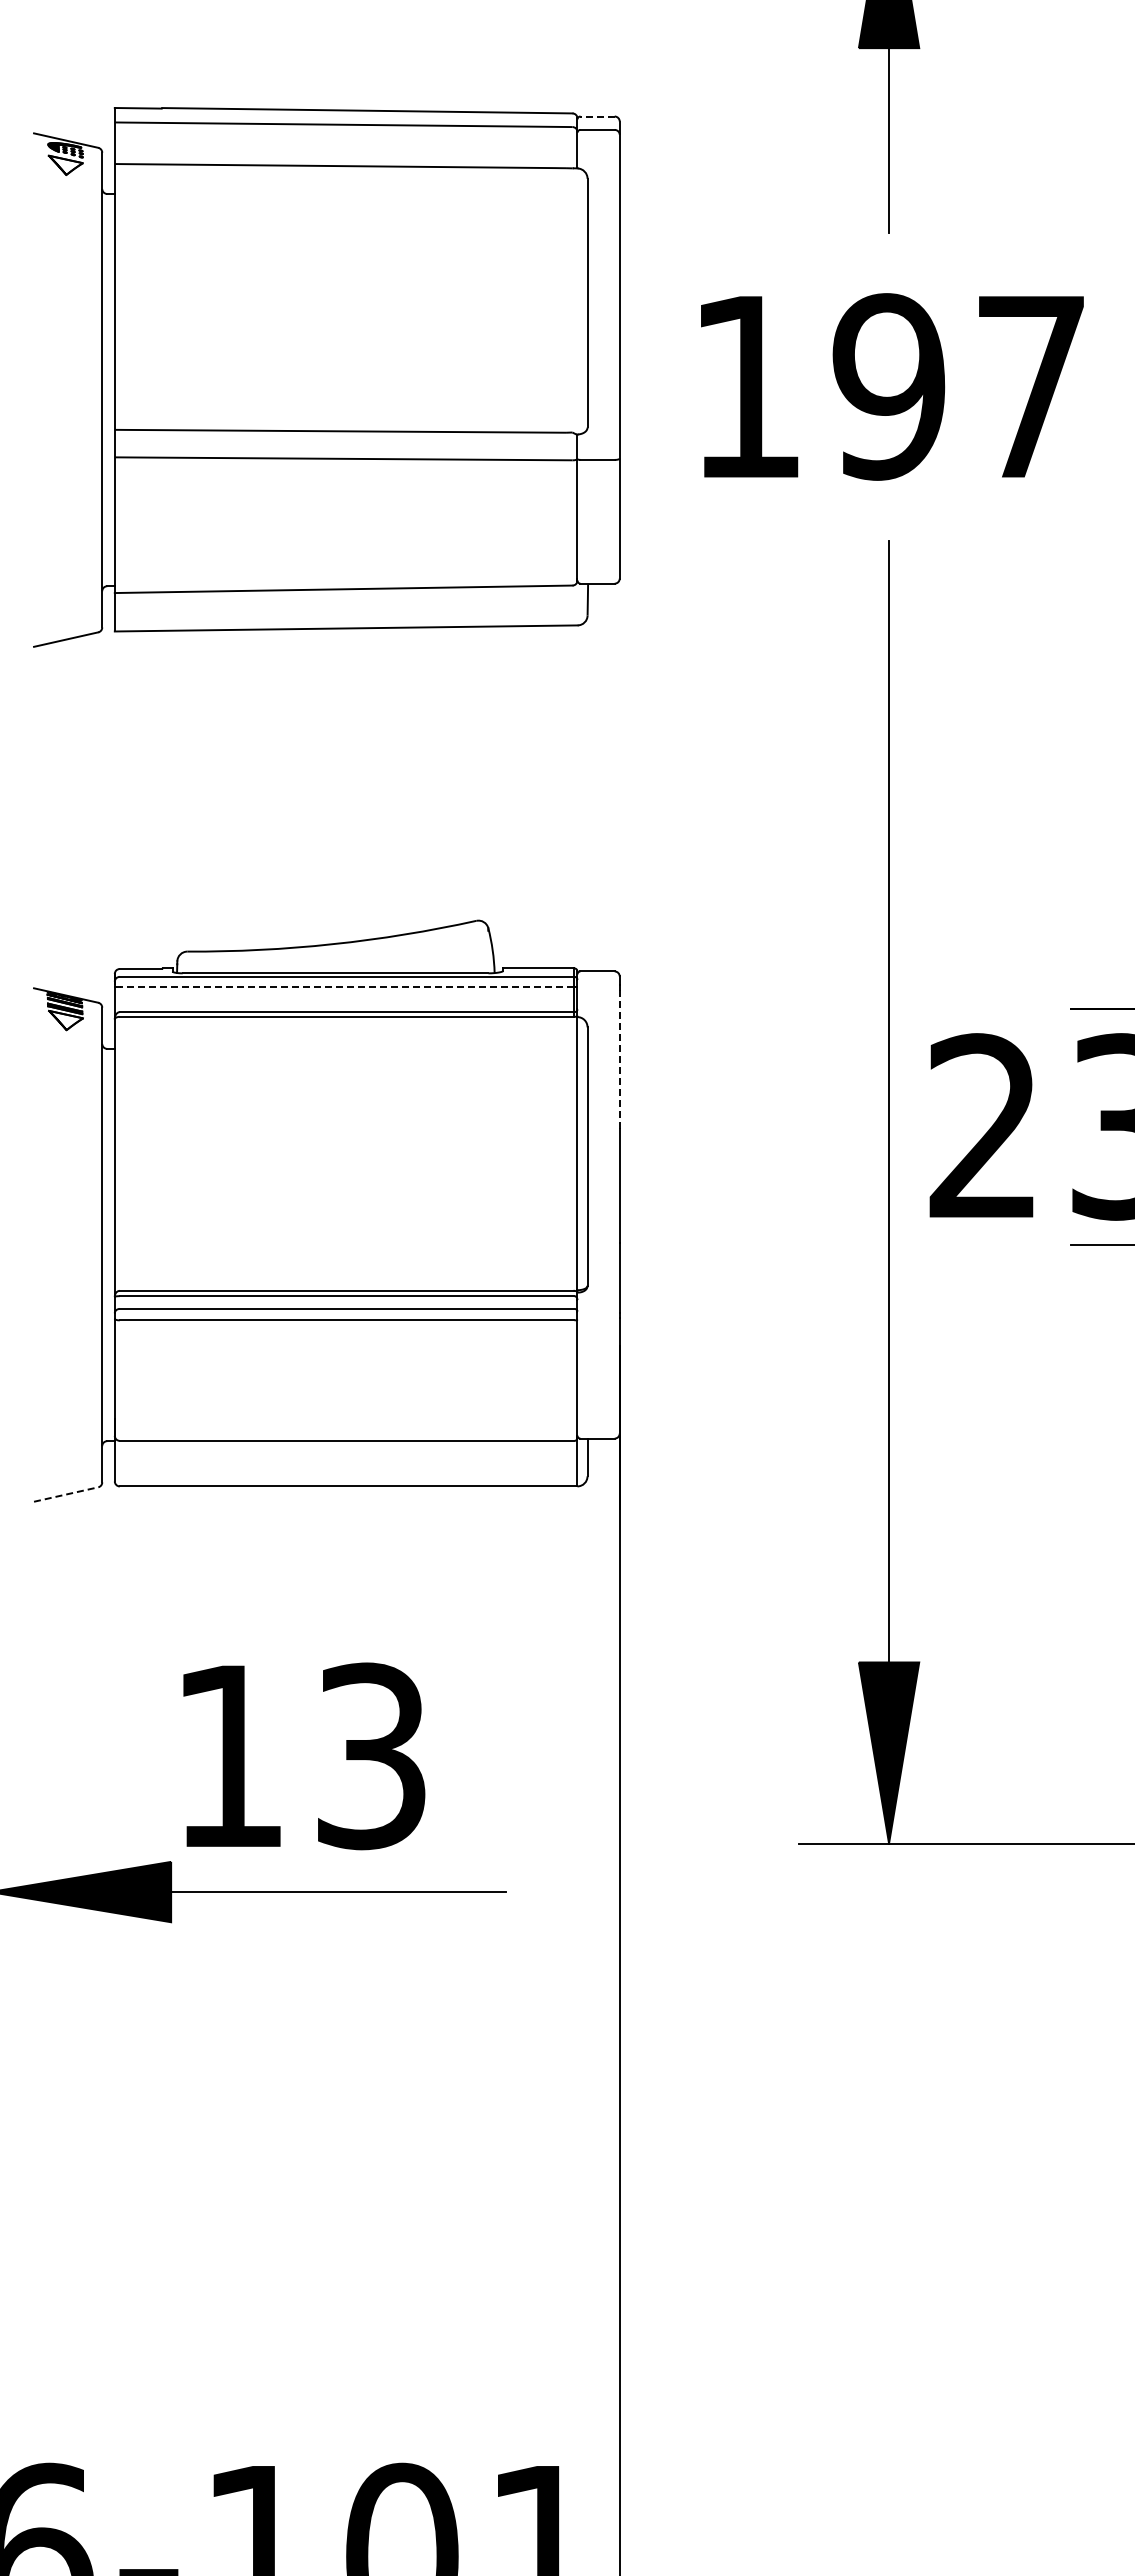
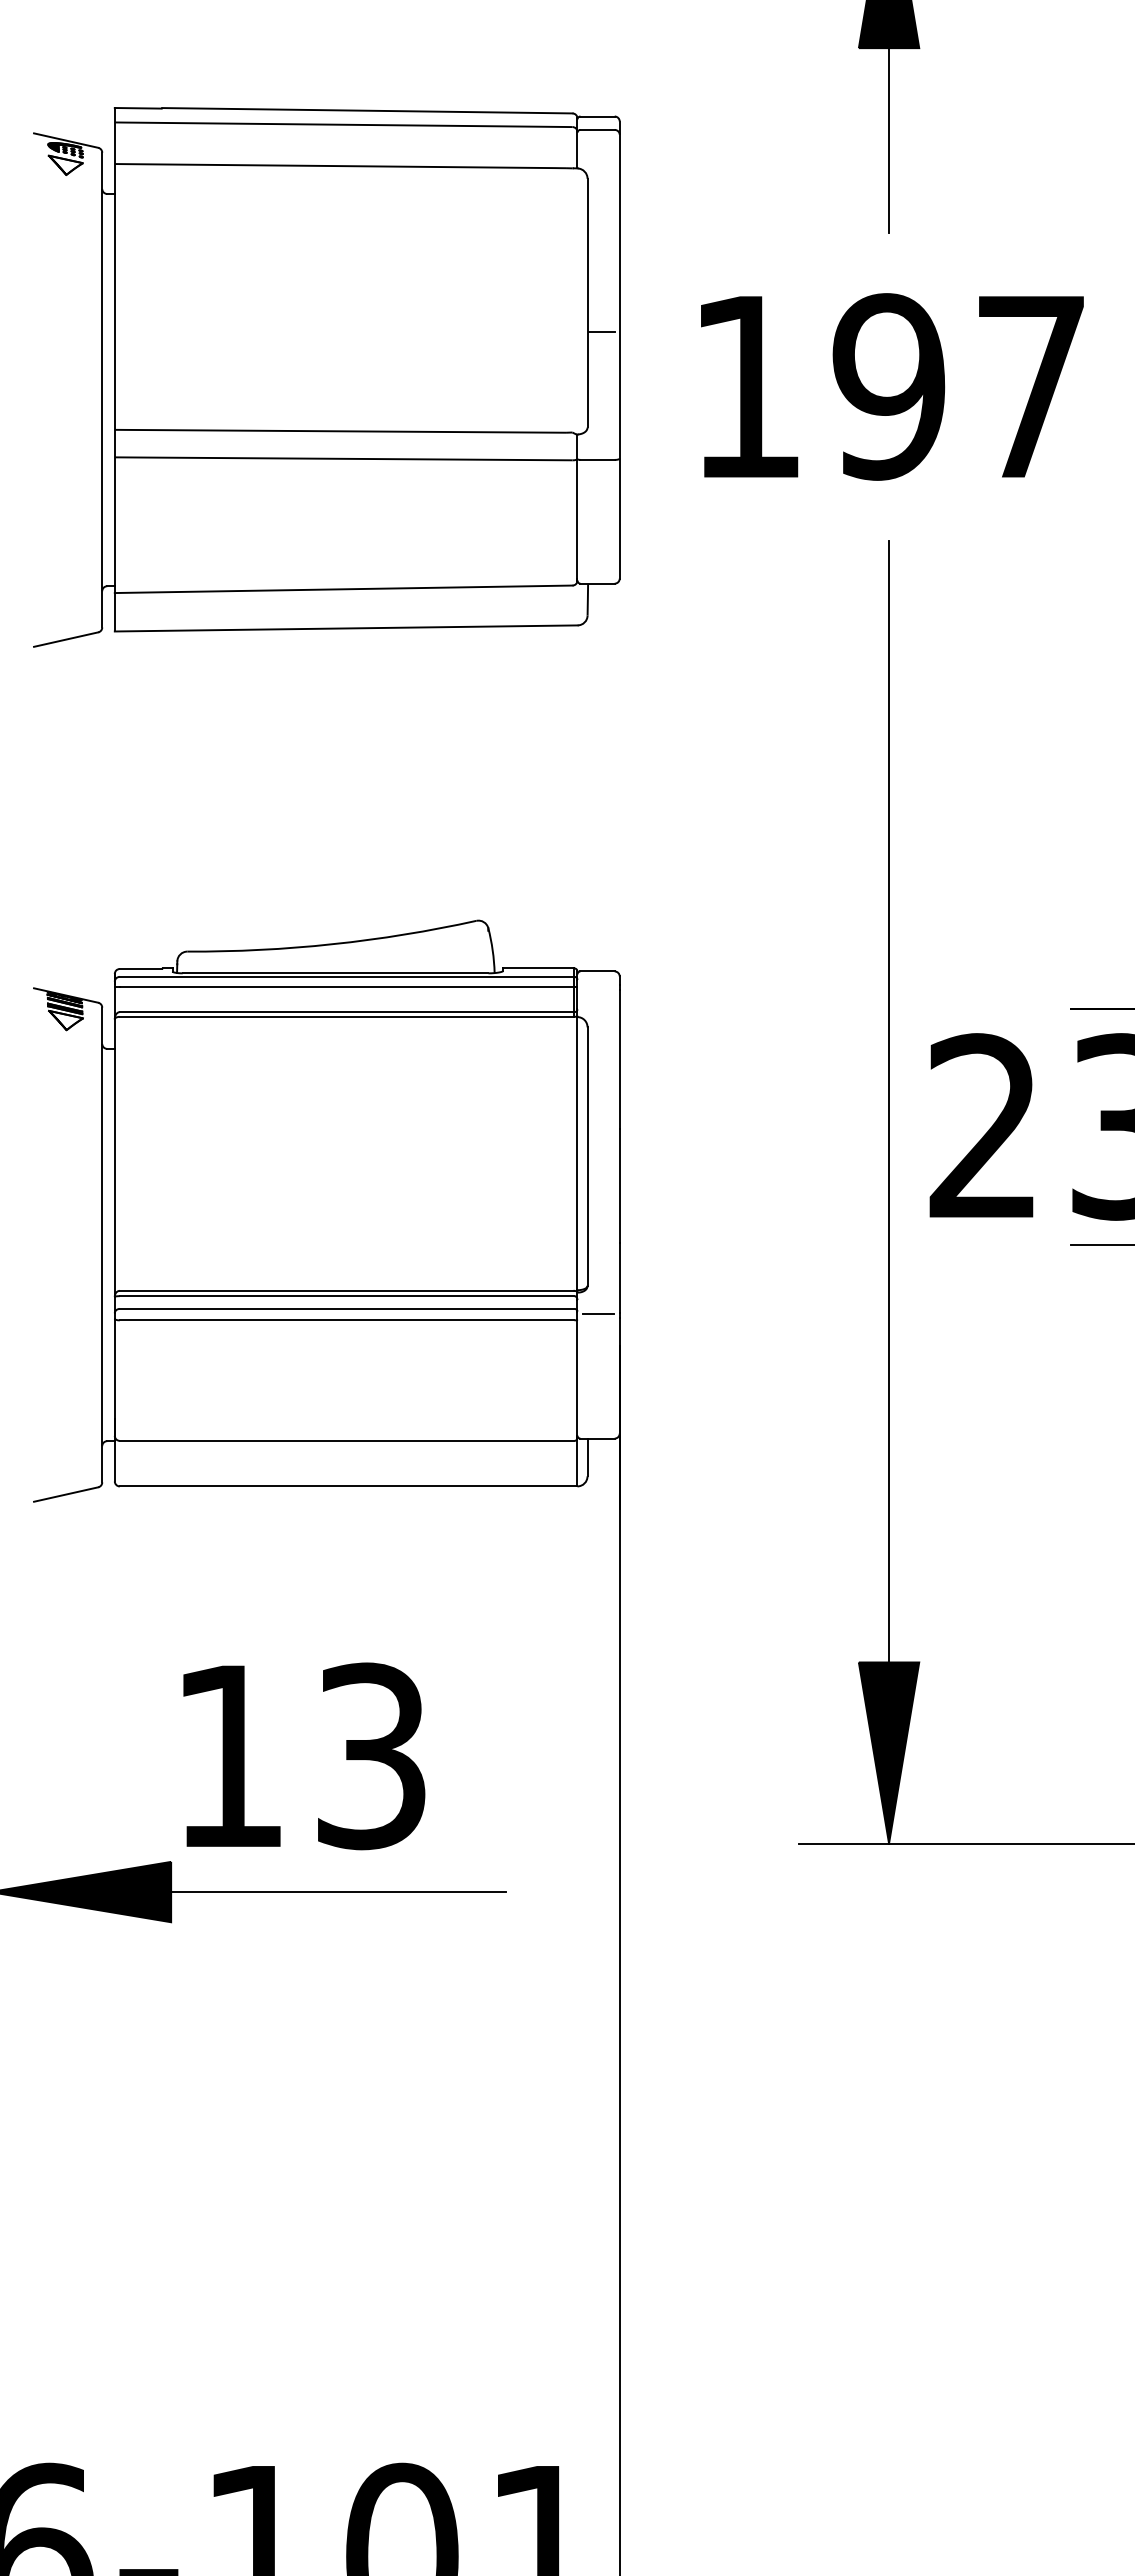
line at (597, 116): dashed -> solid
line at (601, 331): none -> present
line at (346, 986): dashed -> solid
line at (619, 1059): dashed -> solid
line at (598, 1313): none -> present
line at (66, 1494): dashed -> solid
